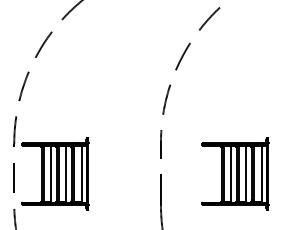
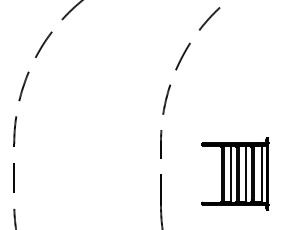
part at (55, 173): present -> none
